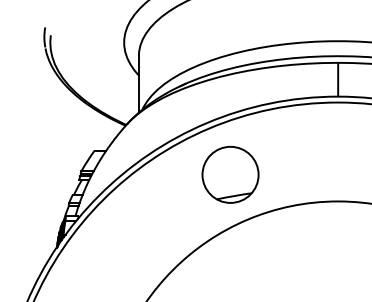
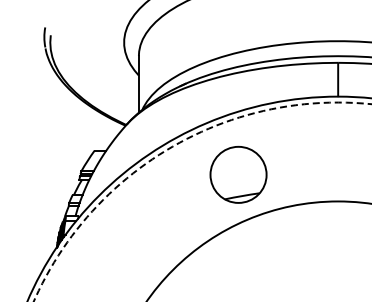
part at (230, 174) position: (230, 174) -> (238, 174)
circle at (202, 201): solid -> dashed
